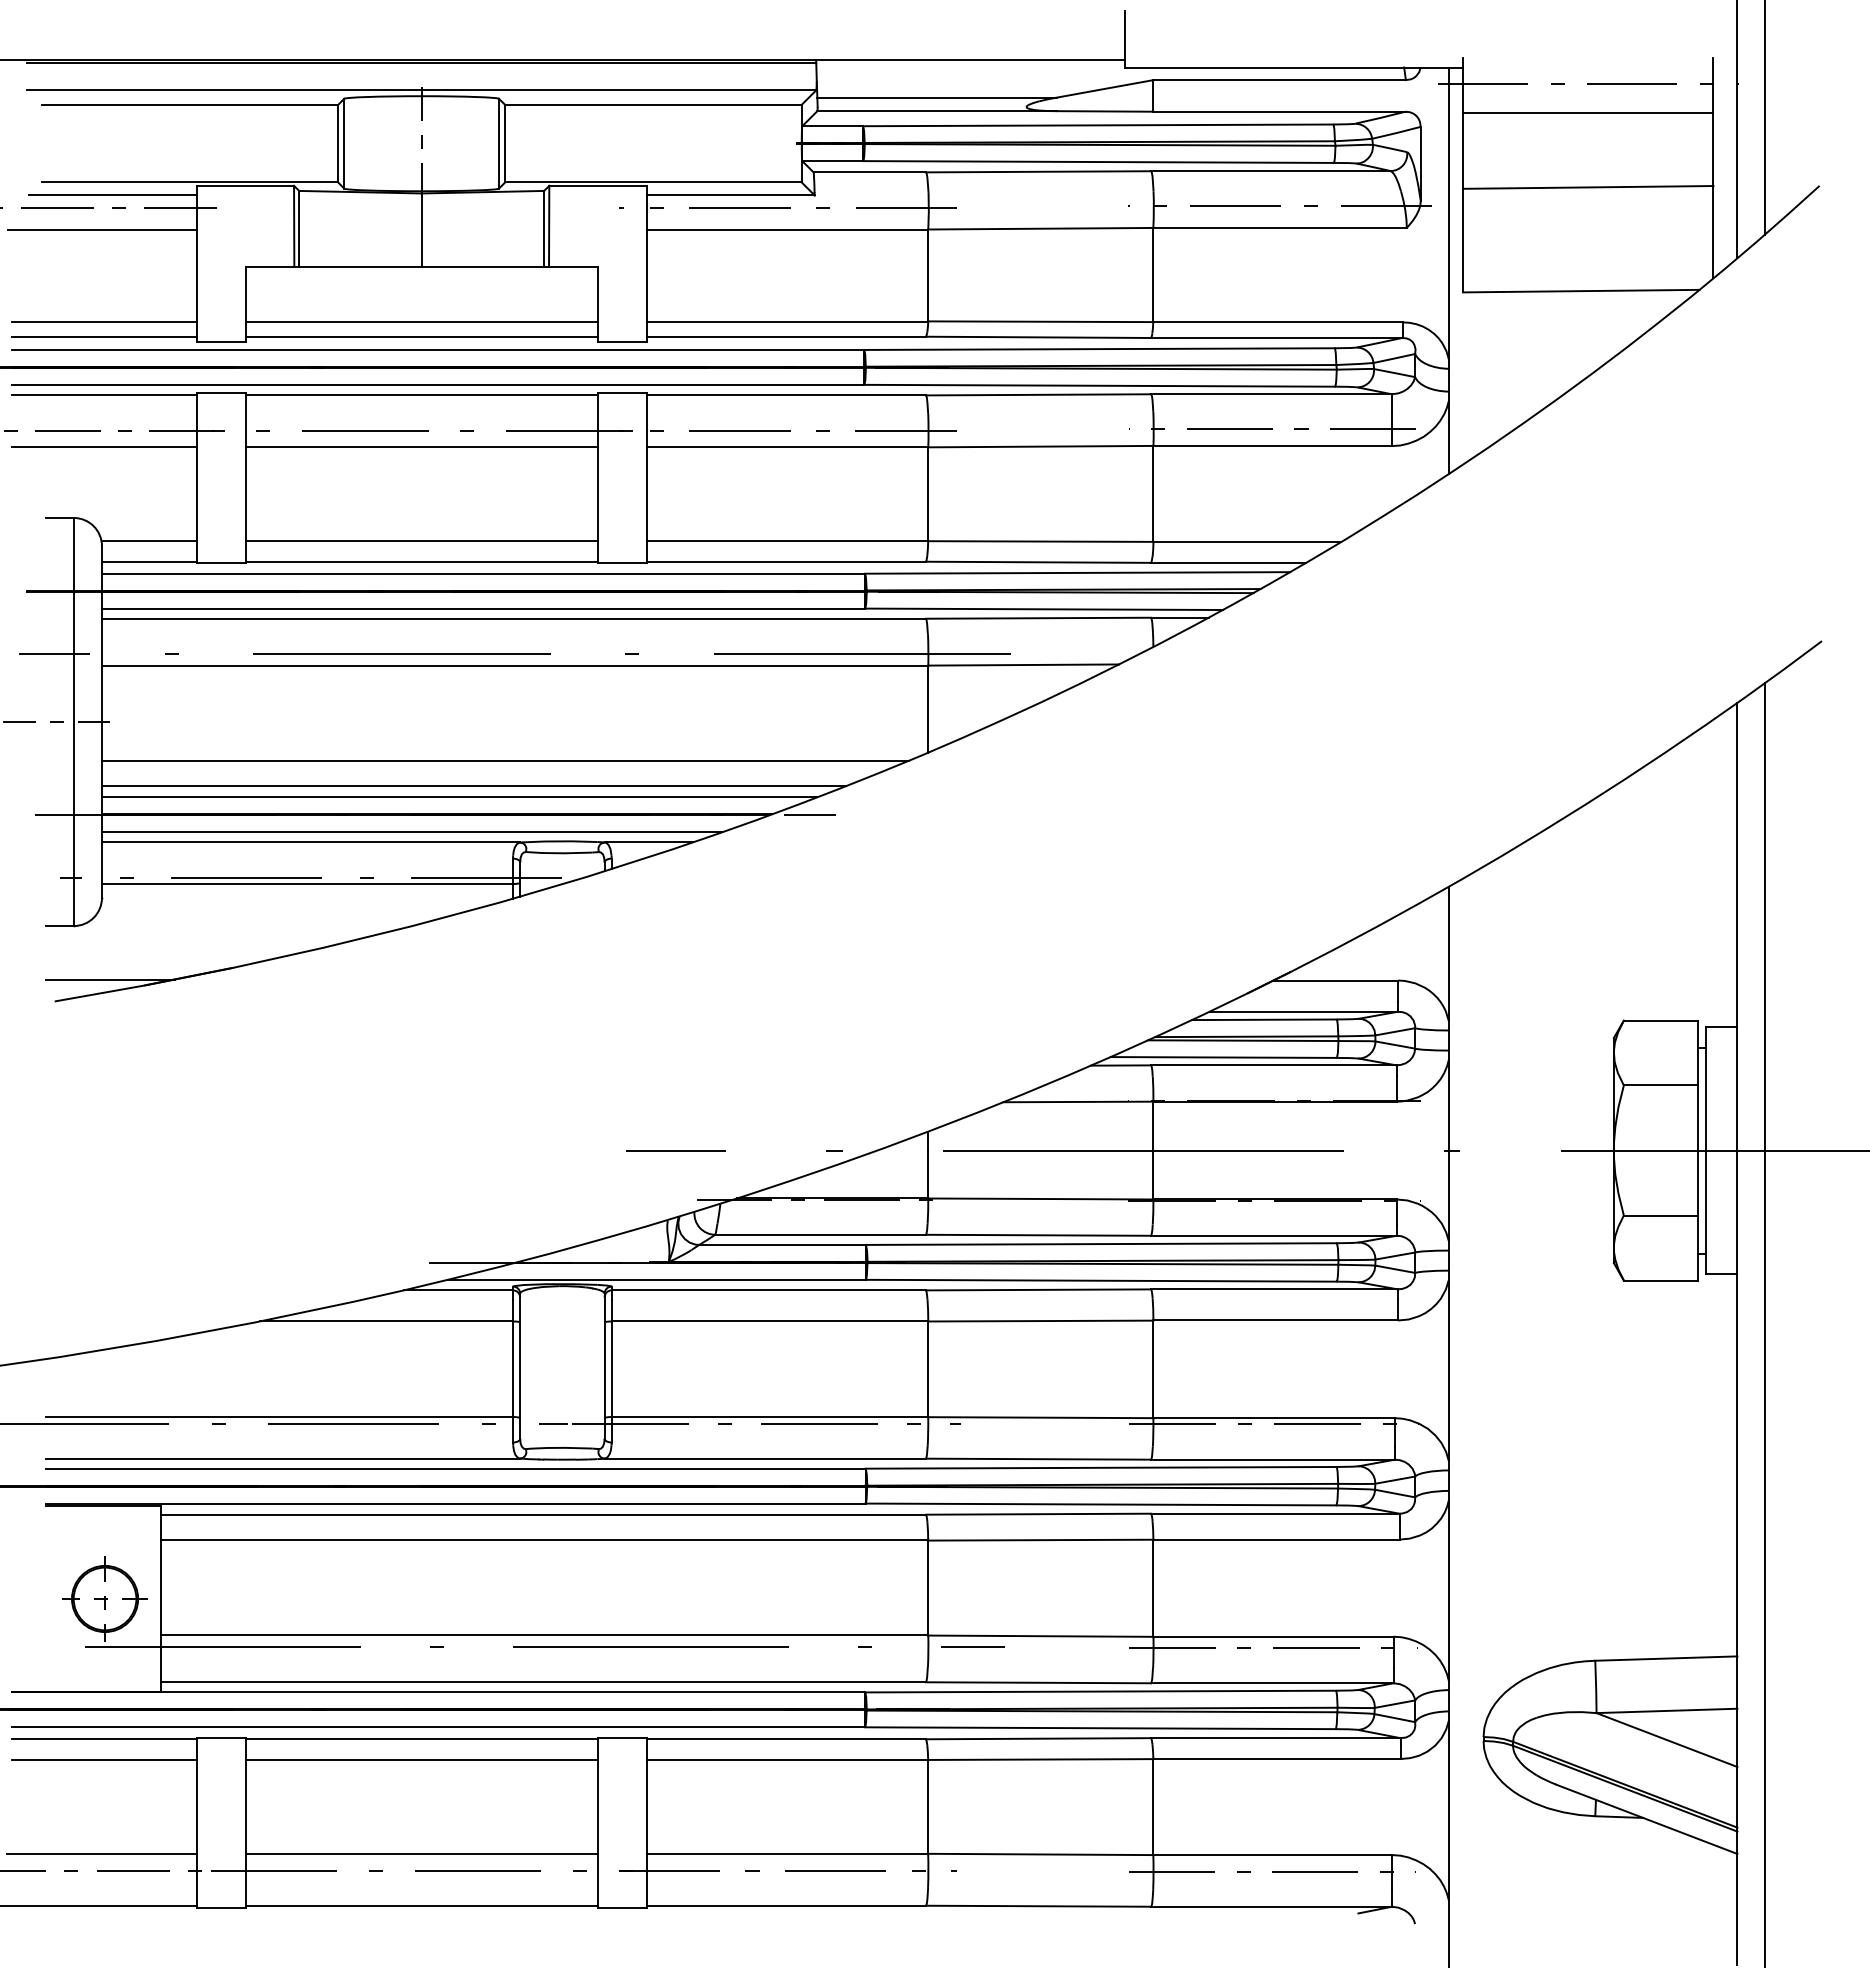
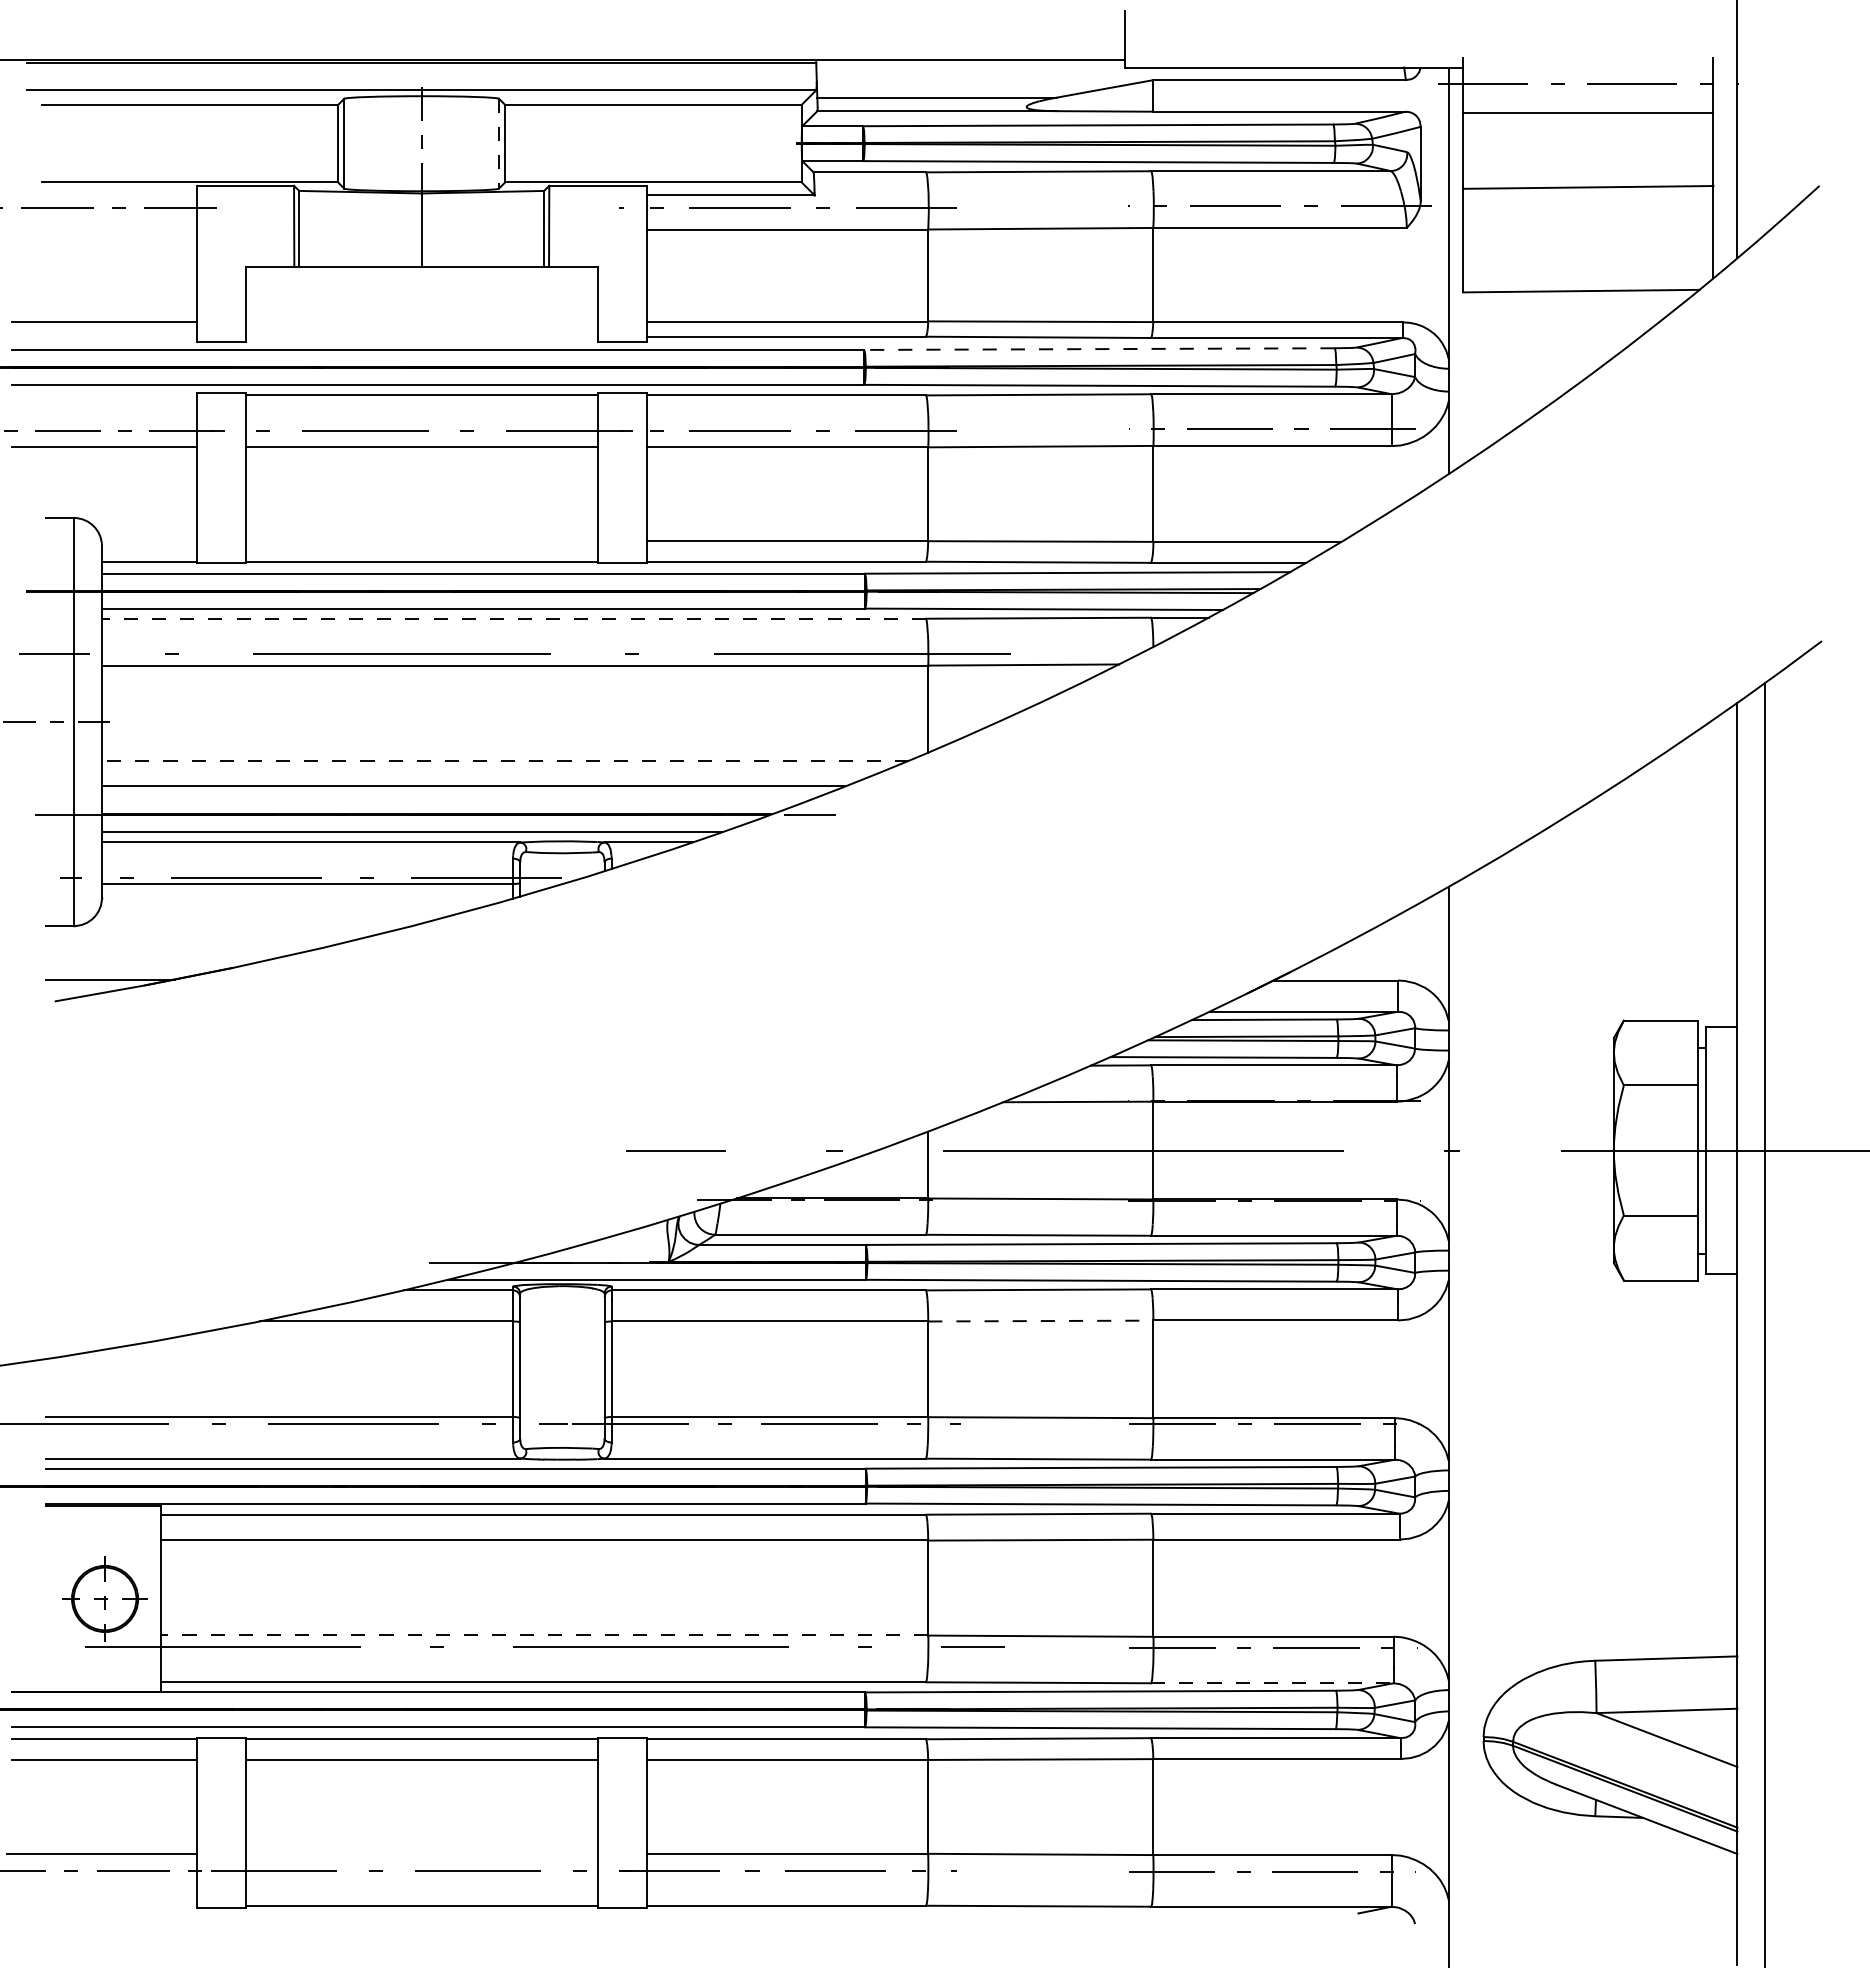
line at (1764, 118): present -> none
line at (498, 143): solid -> dashed
line at (112, 195): present -> none
line at (101, 229): present -> none
line at (421, 321): present -> none
line at (104, 336): present -> none
line at (421, 336): present -> none
line at (1098, 349): solid -> dashed
line at (104, 395): present -> none
line at (148, 541): present -> none
line at (421, 541): present -> none
line at (513, 618): solid -> dashed
line at (505, 760): solid -> dashed
line at (459, 797): present -> none
line at (1040, 1321): solid -> dashed
line at (544, 1635): solid -> dashed
line at (1272, 1683): solid -> dashed
line at (421, 1853): present -> none
line at (99, 1905): present -> none
